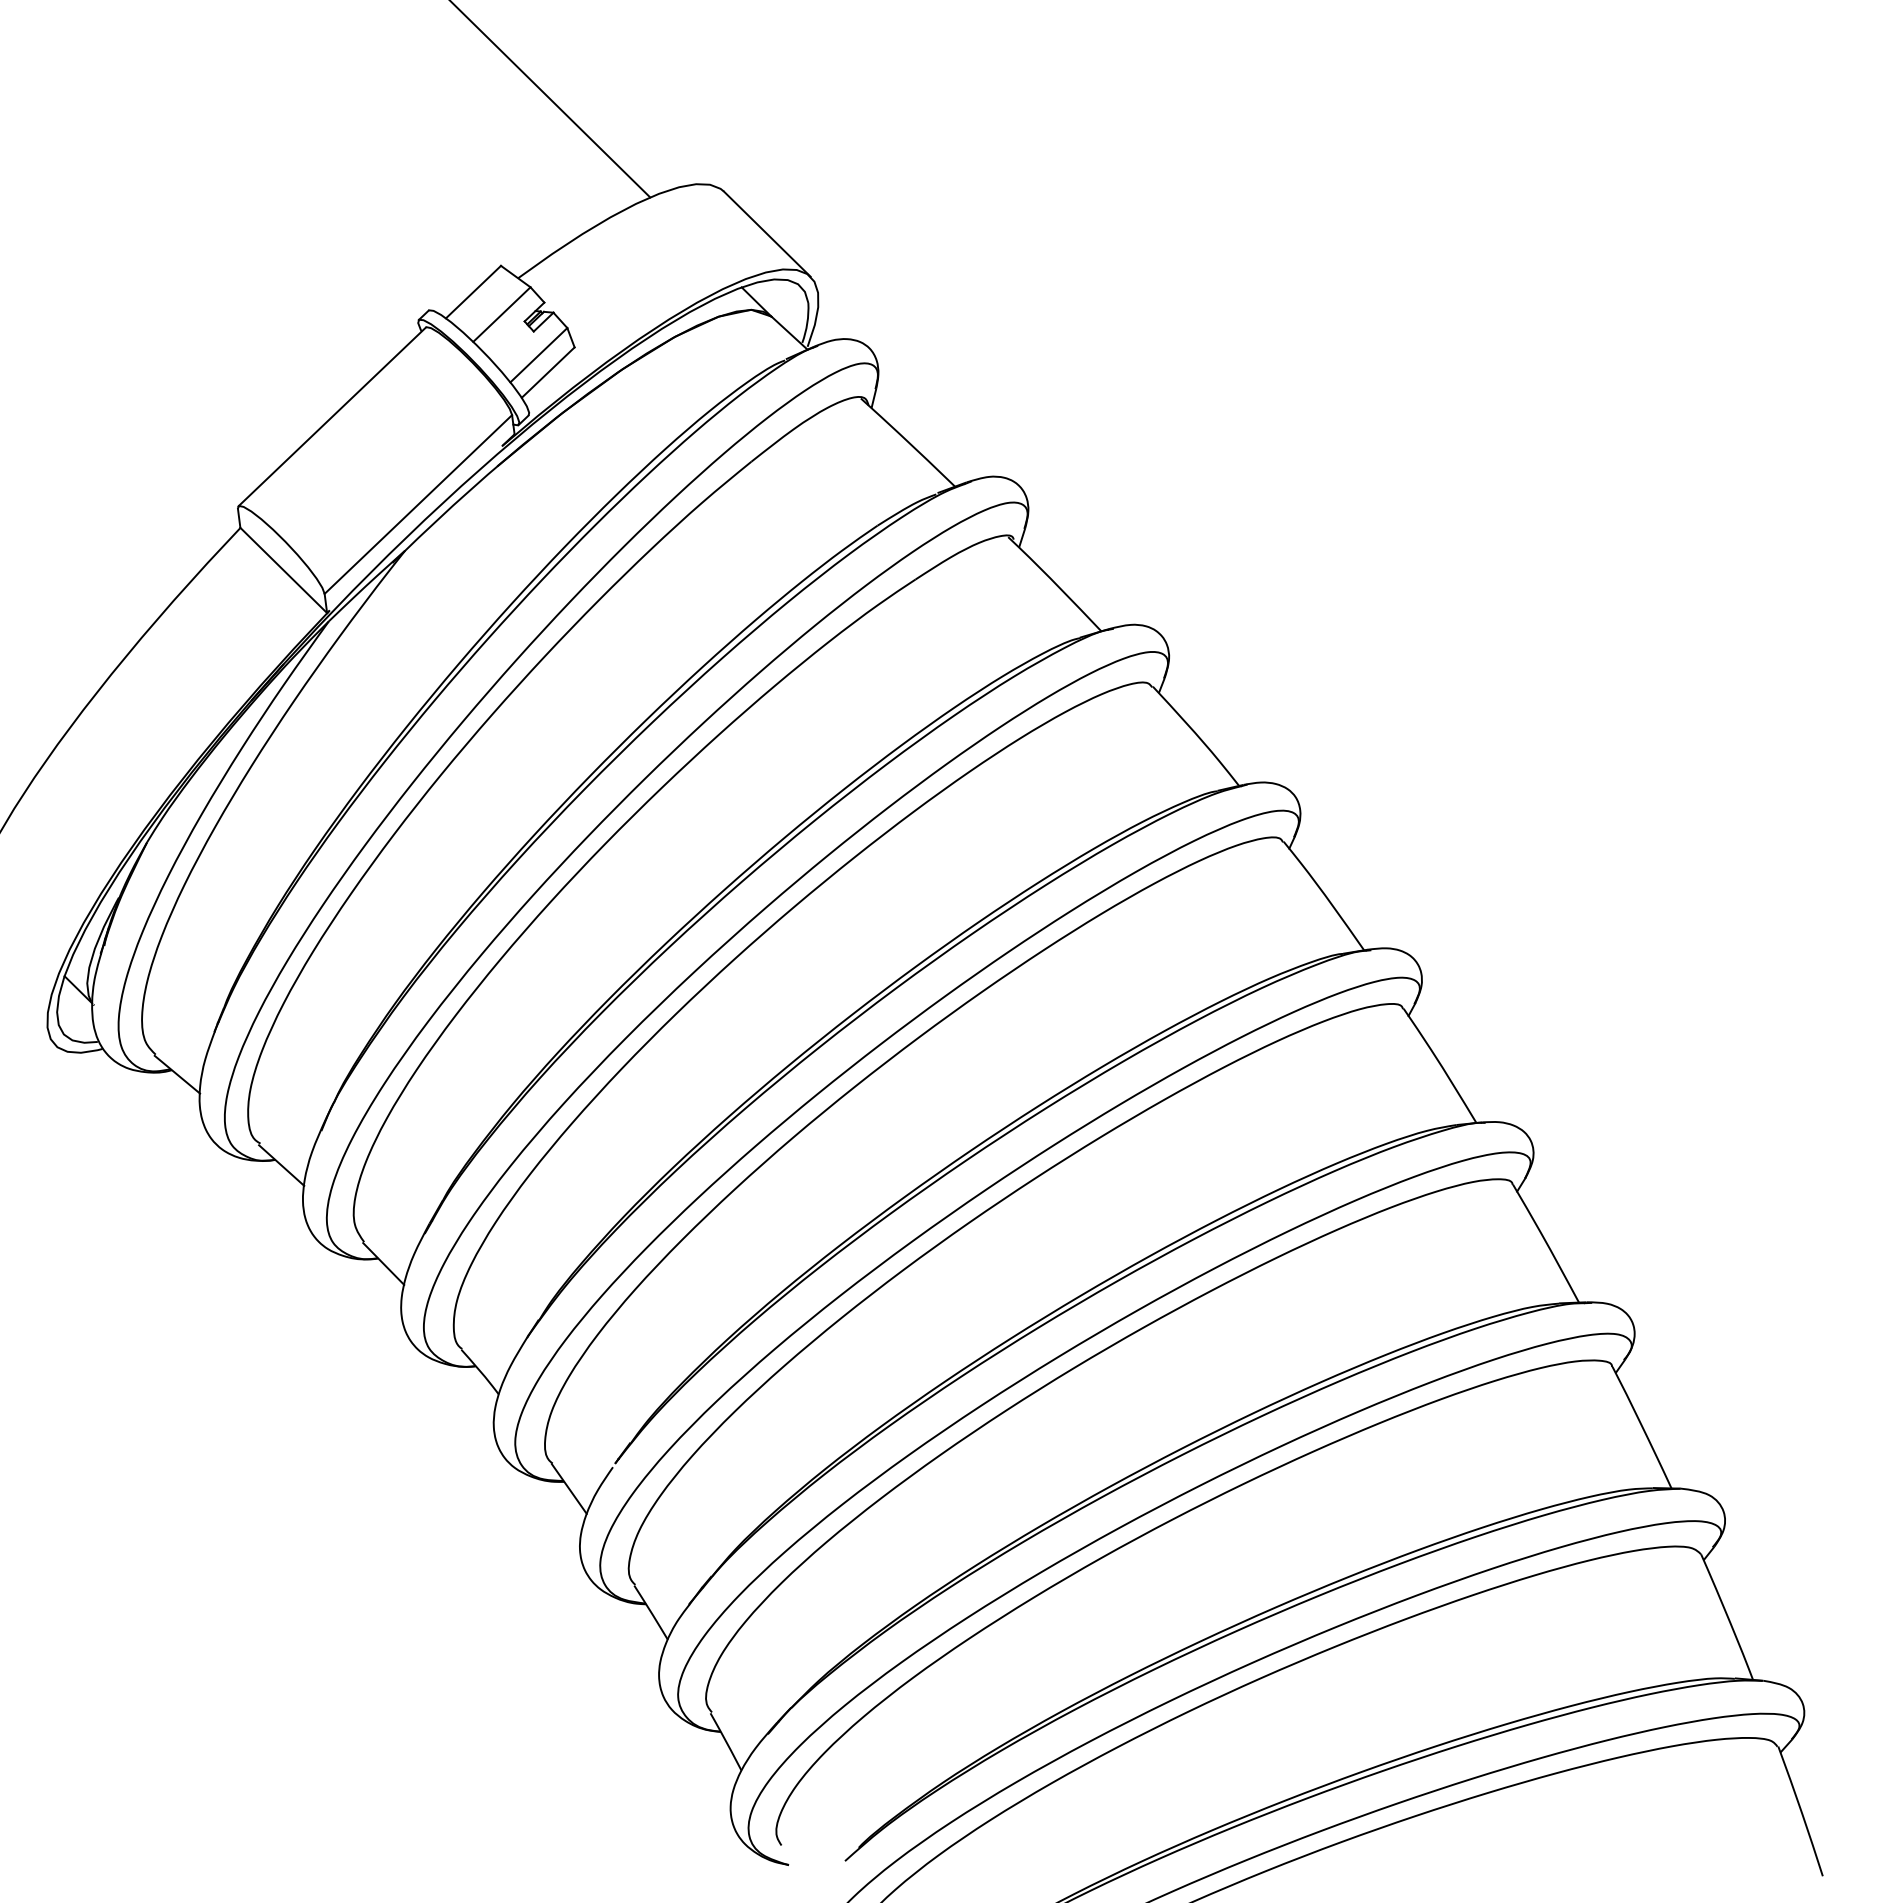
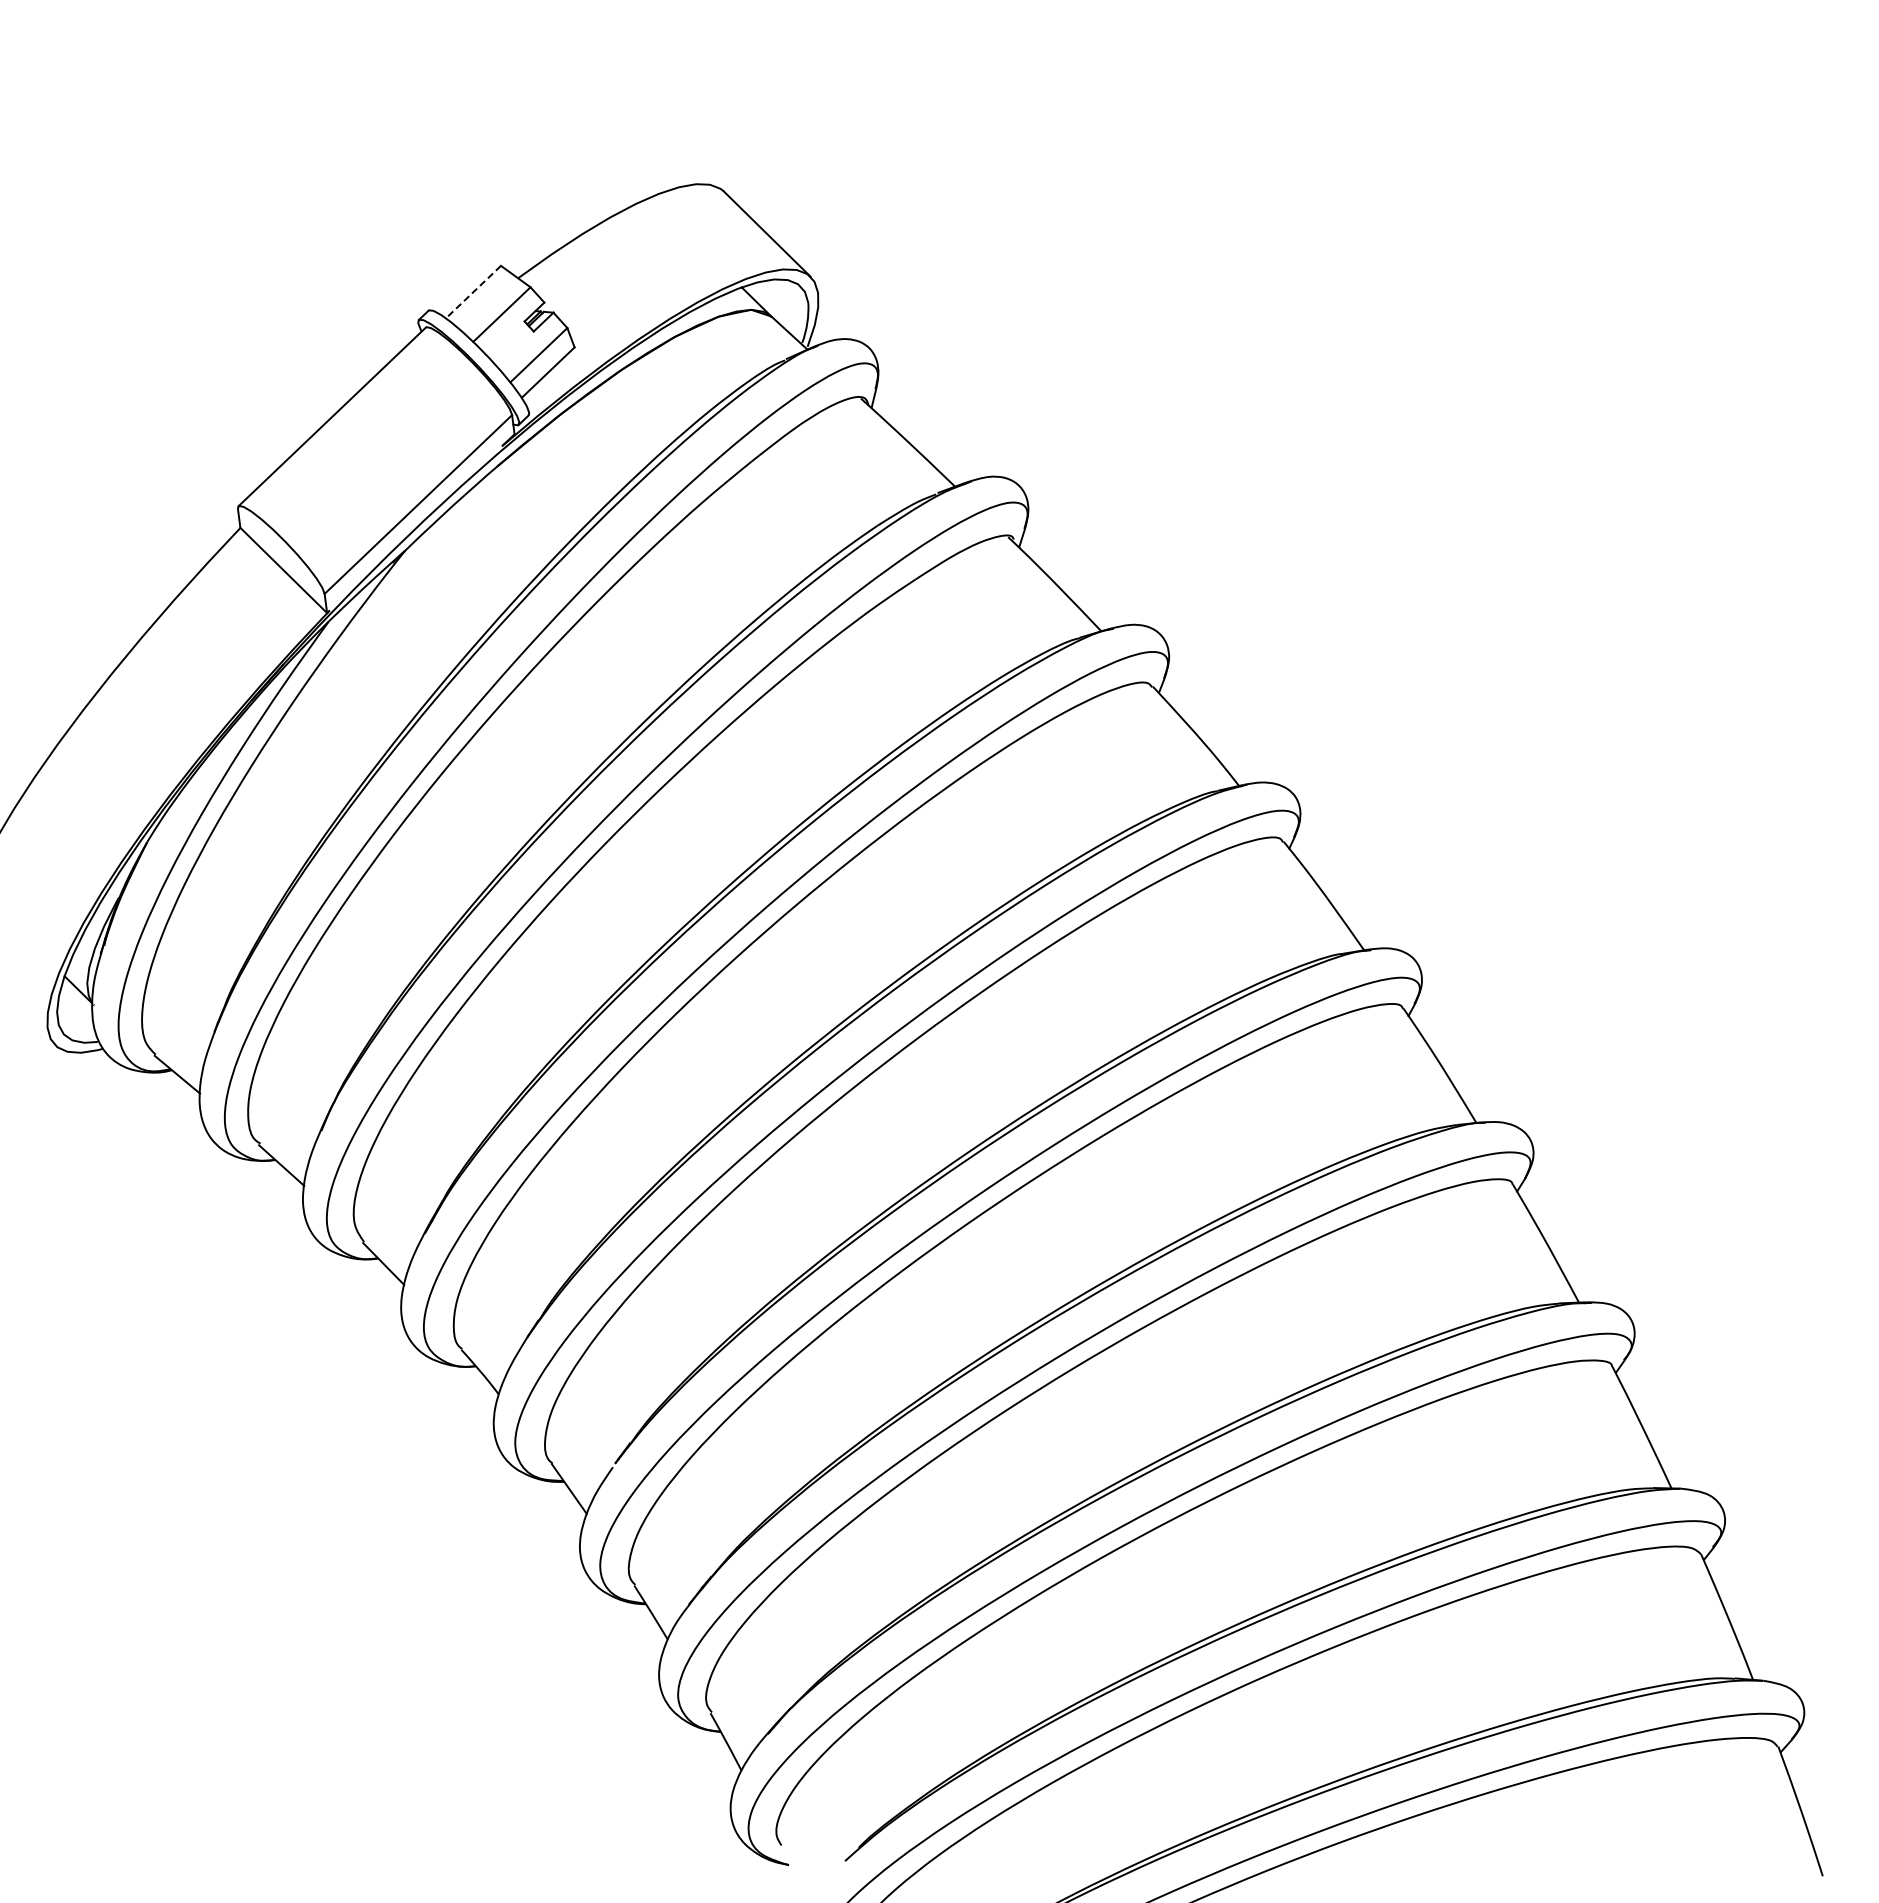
line at (550, 99): present -> none
line at (473, 292): solid -> dashed
